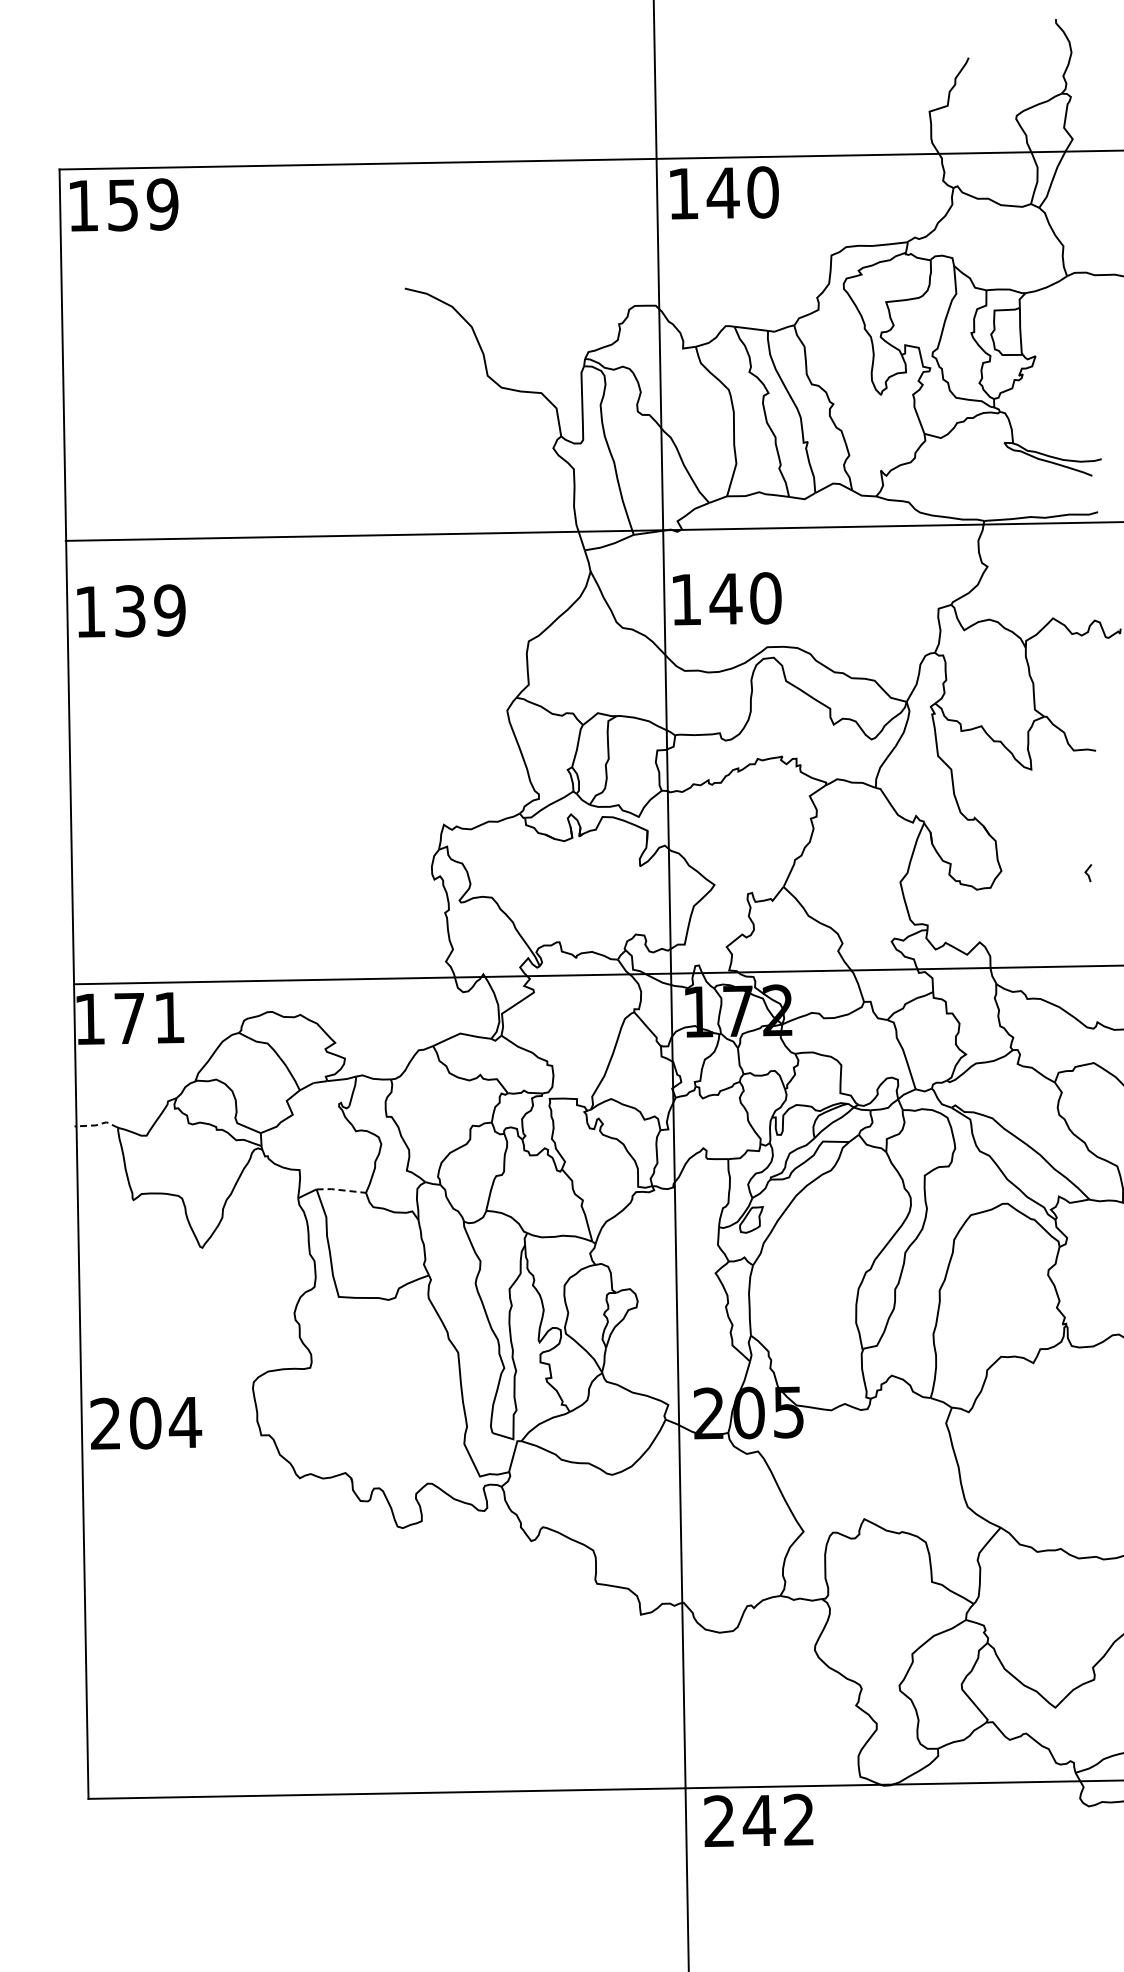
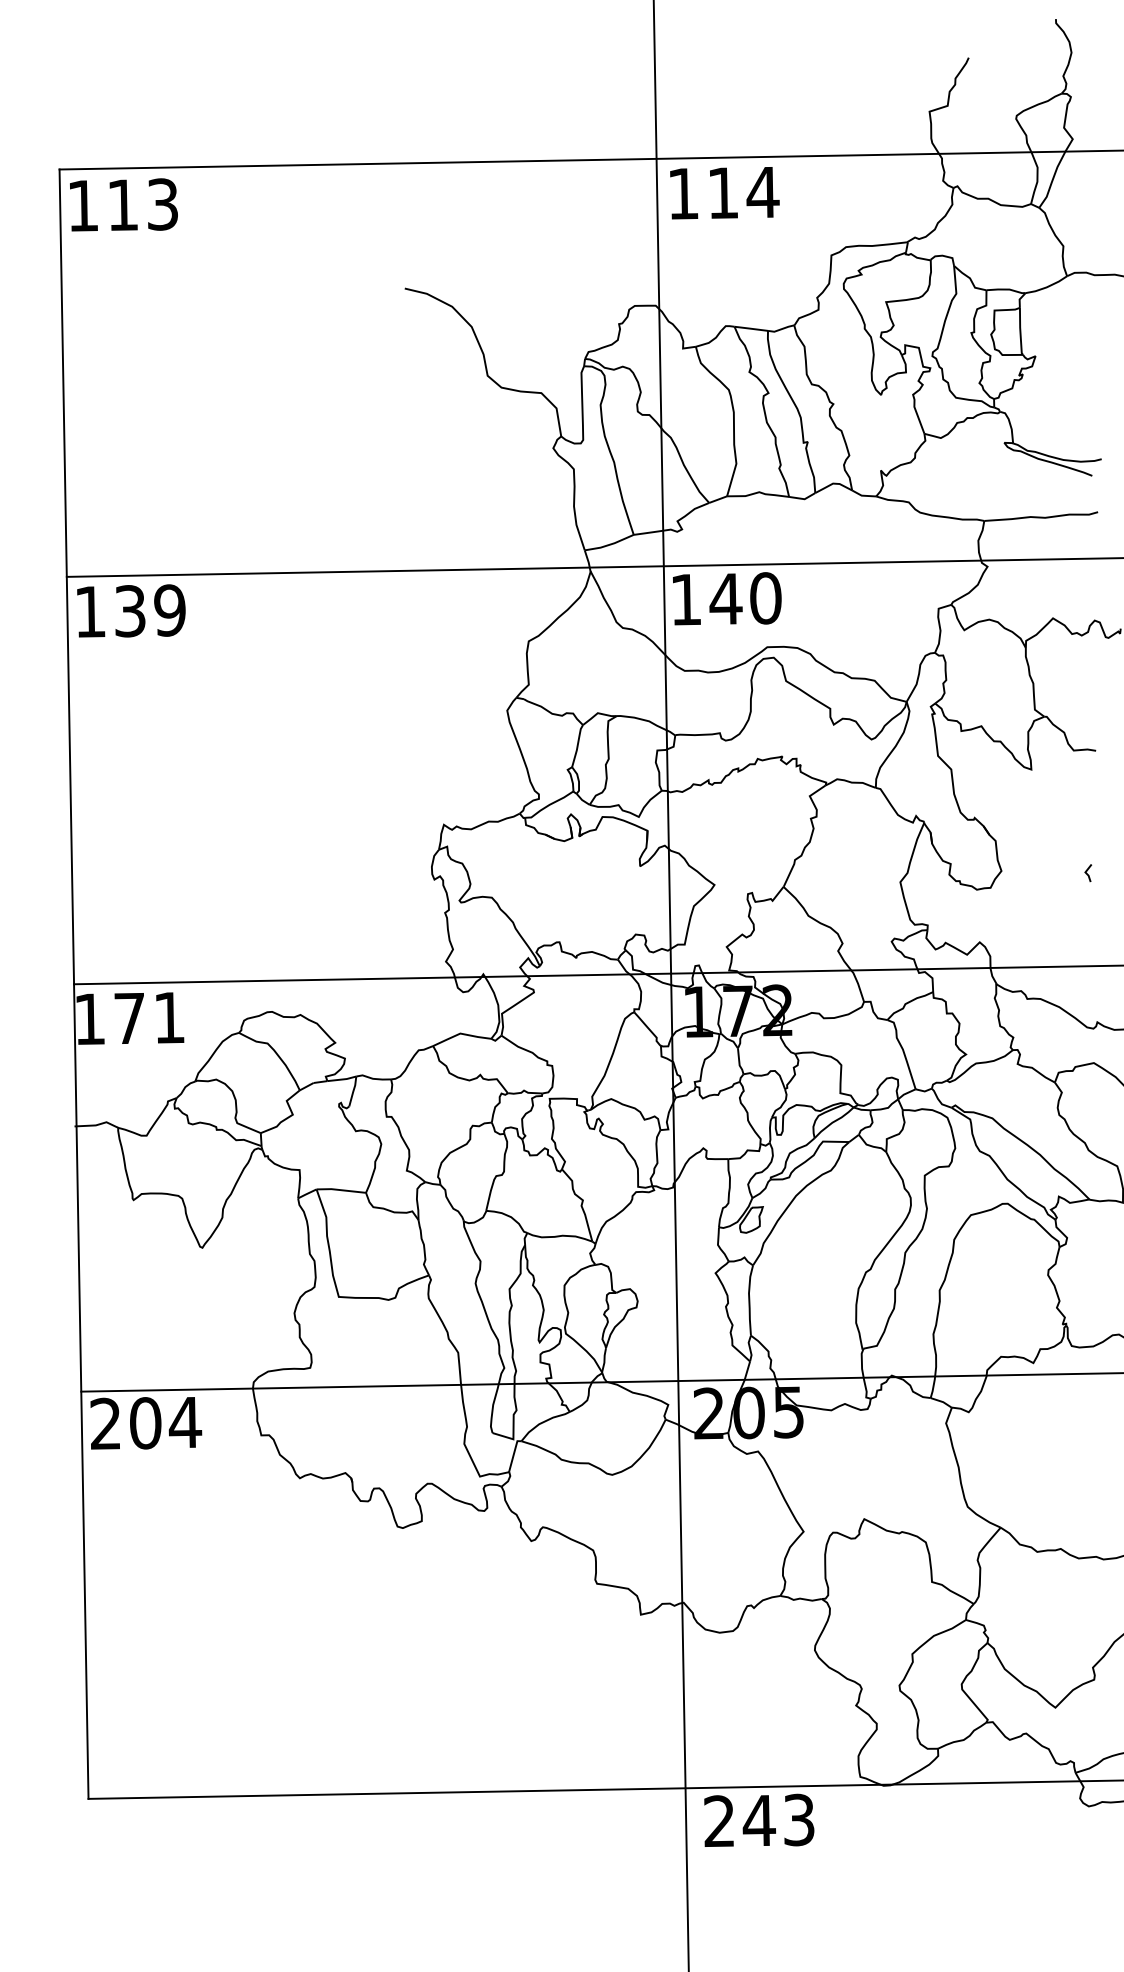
text at (742, 192): 140 -> 114
text at (143, 204): 159 -> 113
line at (592, 531) position: (592, 531) -> (593, 567)
line at (97, 1124): dashed -> solid
line at (341, 1190): dashed -> solid
line at (600, 1382): none -> present
text at (799, 1820): 242 -> 243
